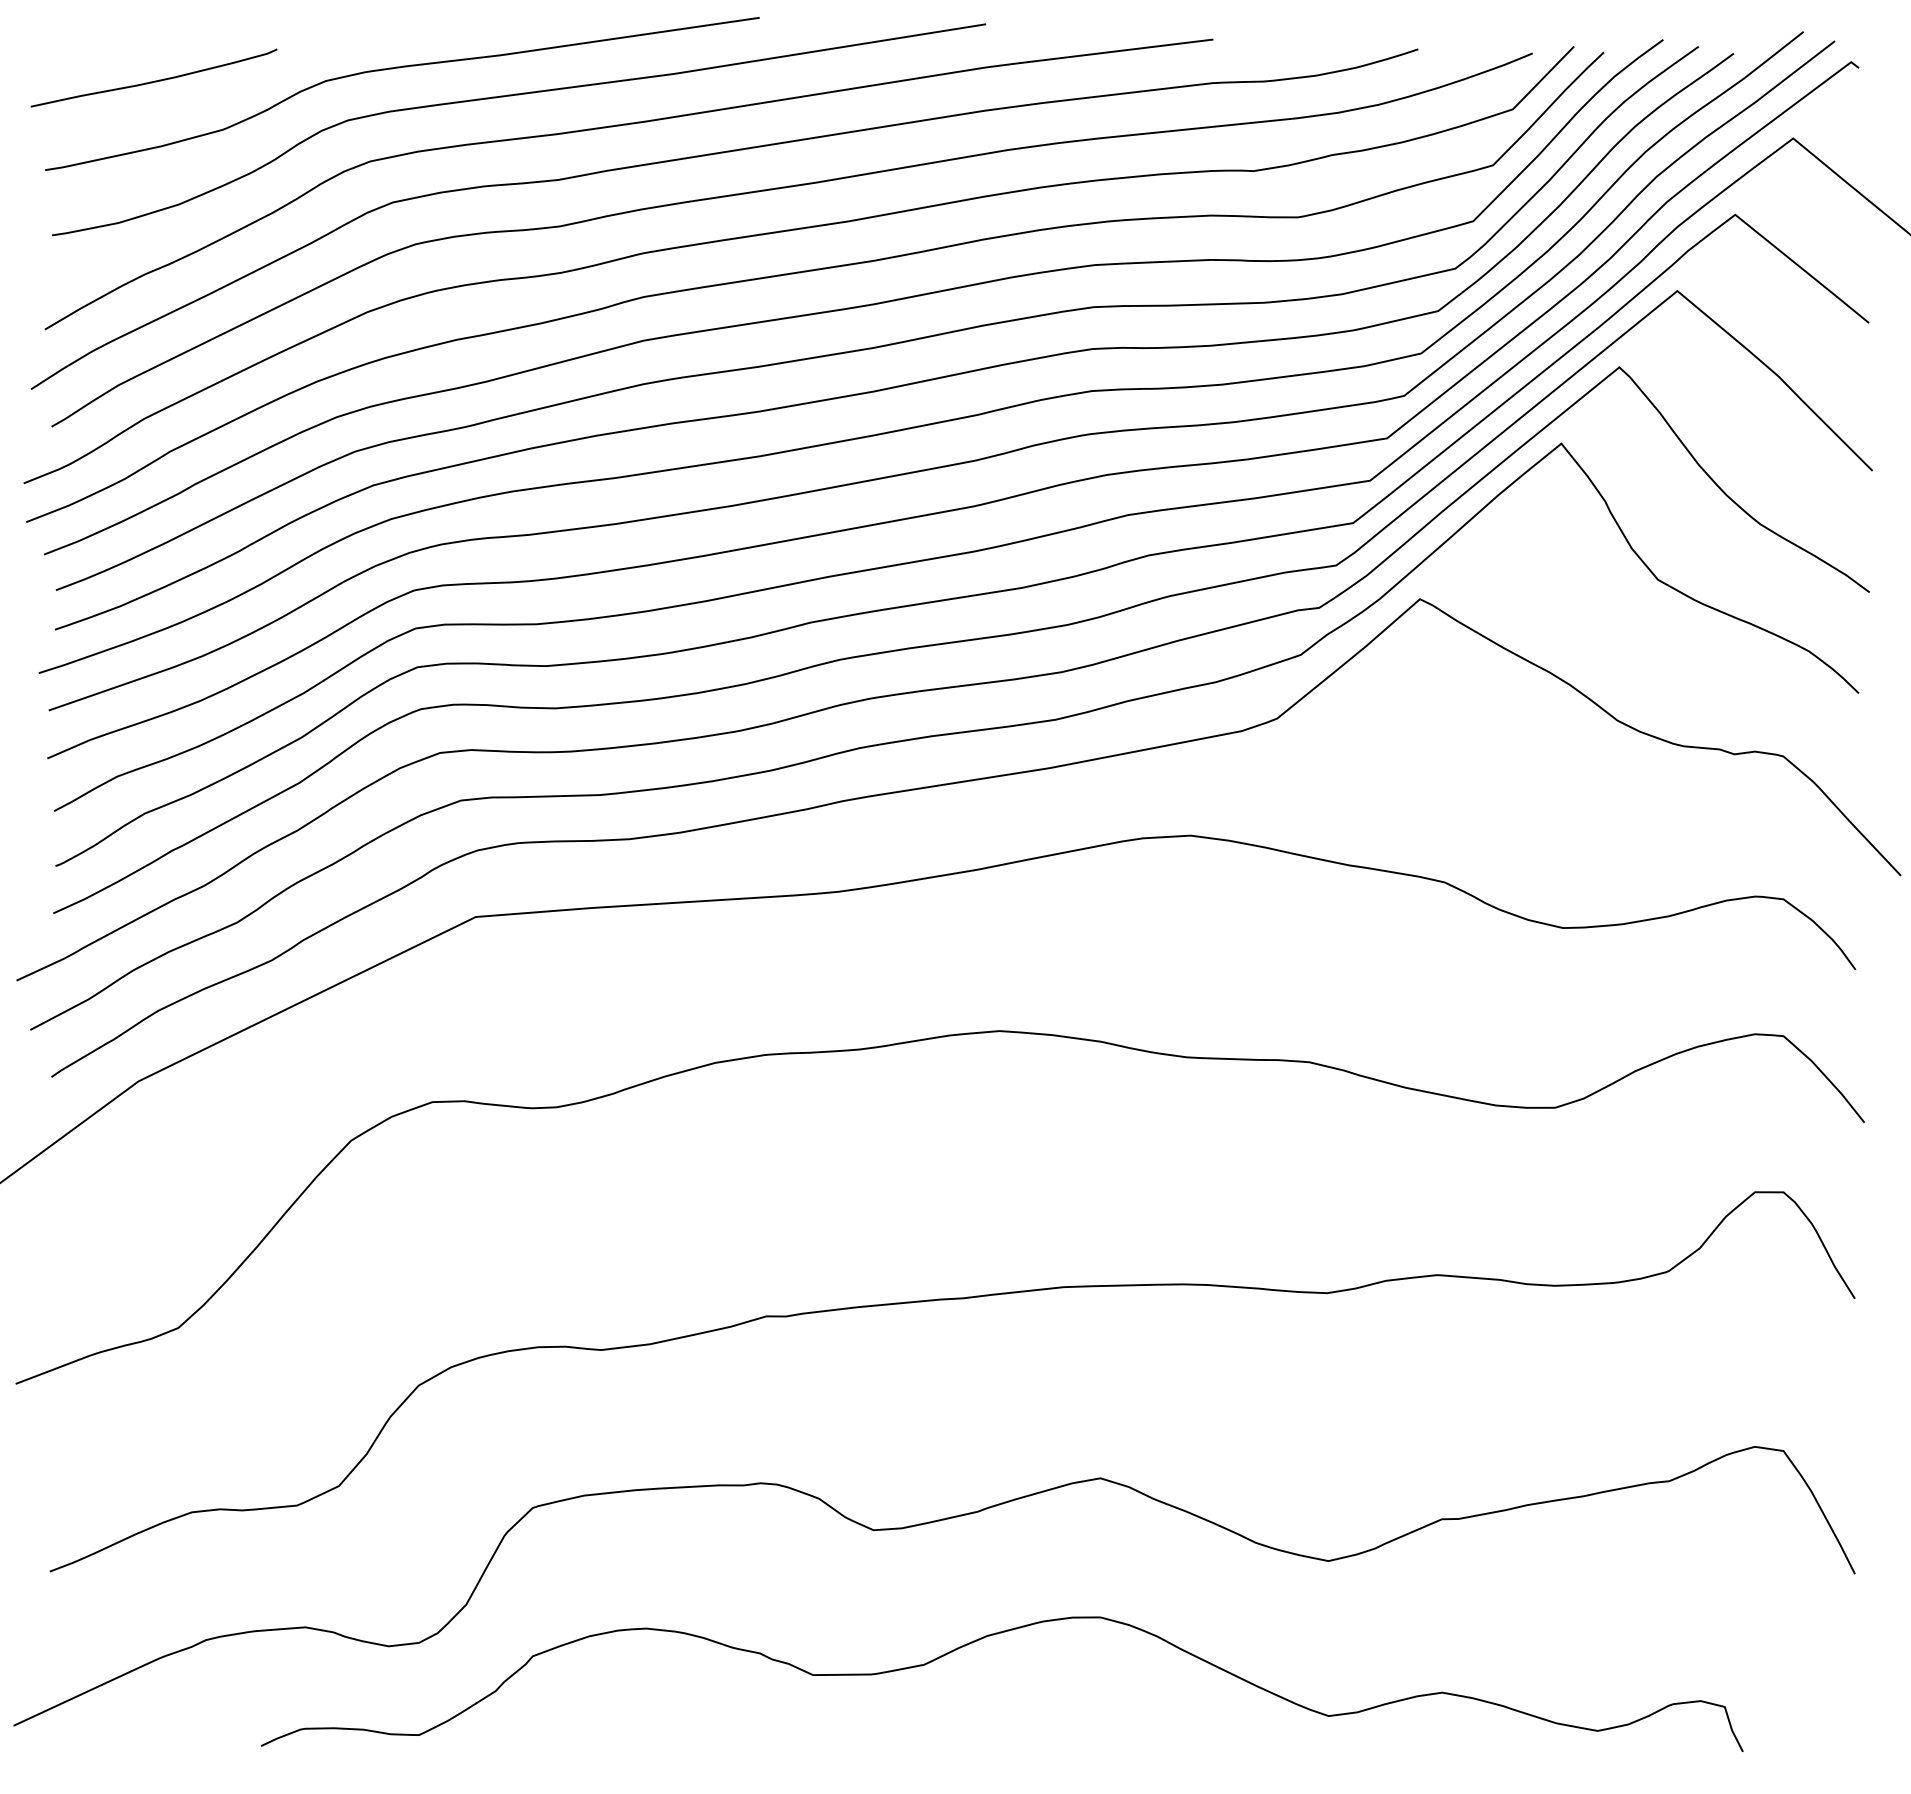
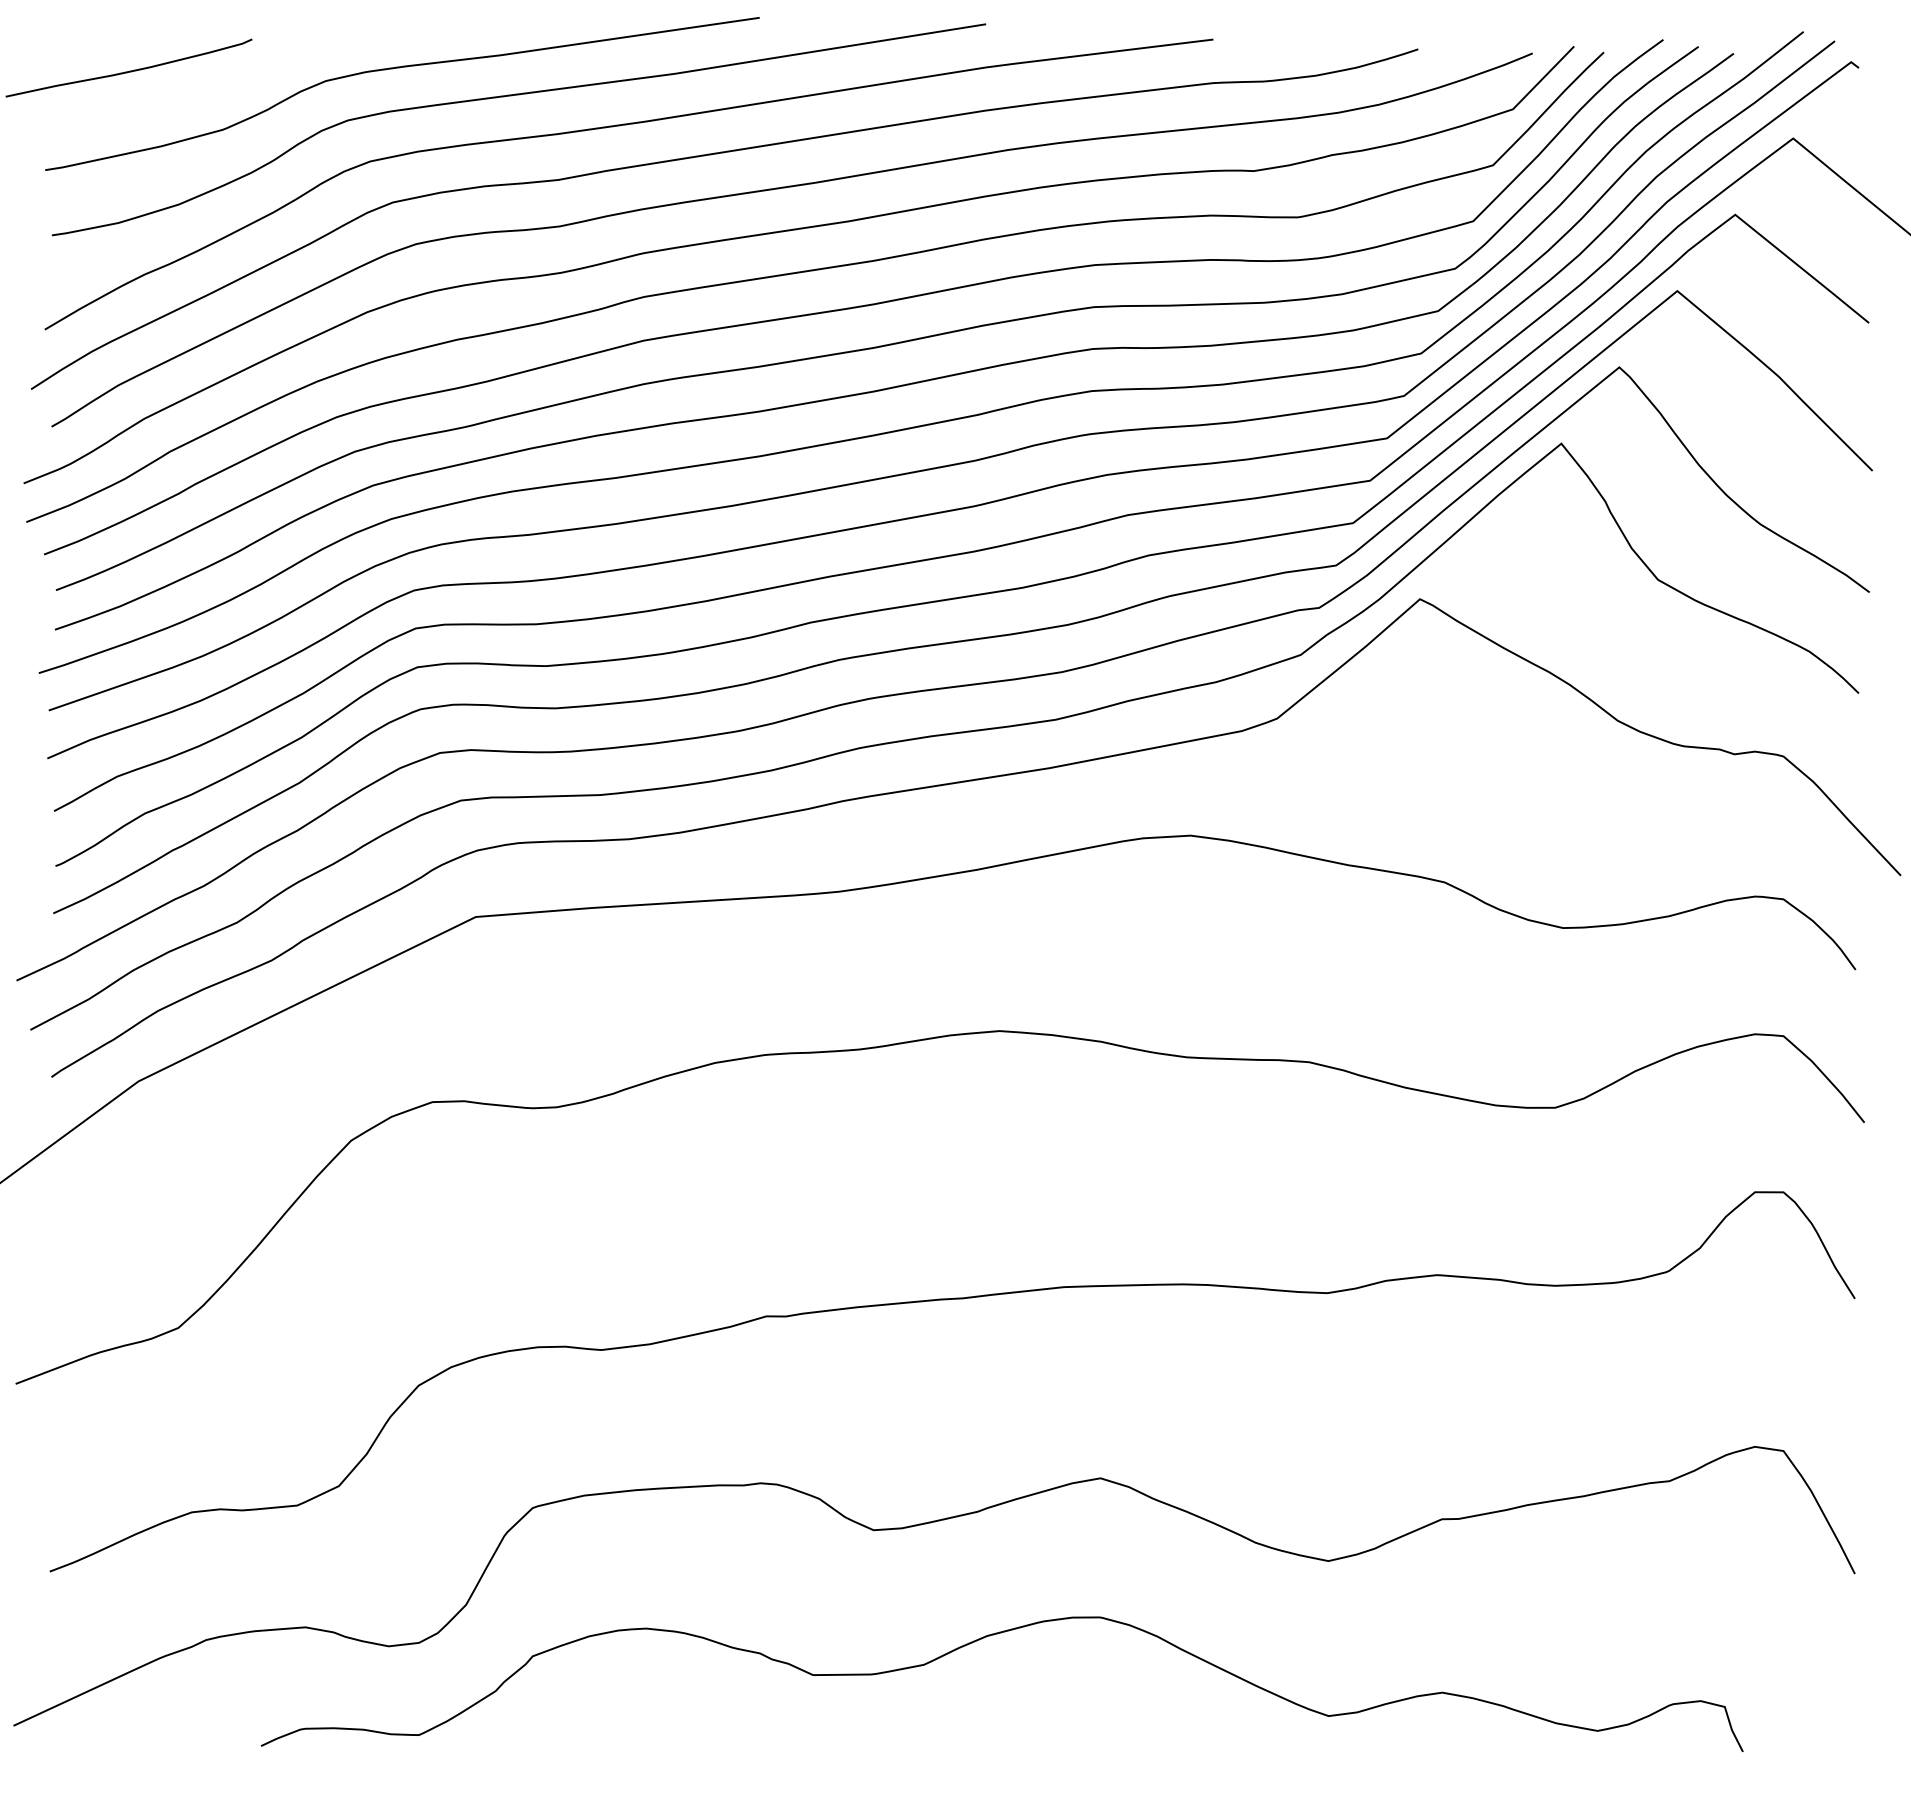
curve at (154, 80) position: (154, 80) -> (129, 70)
